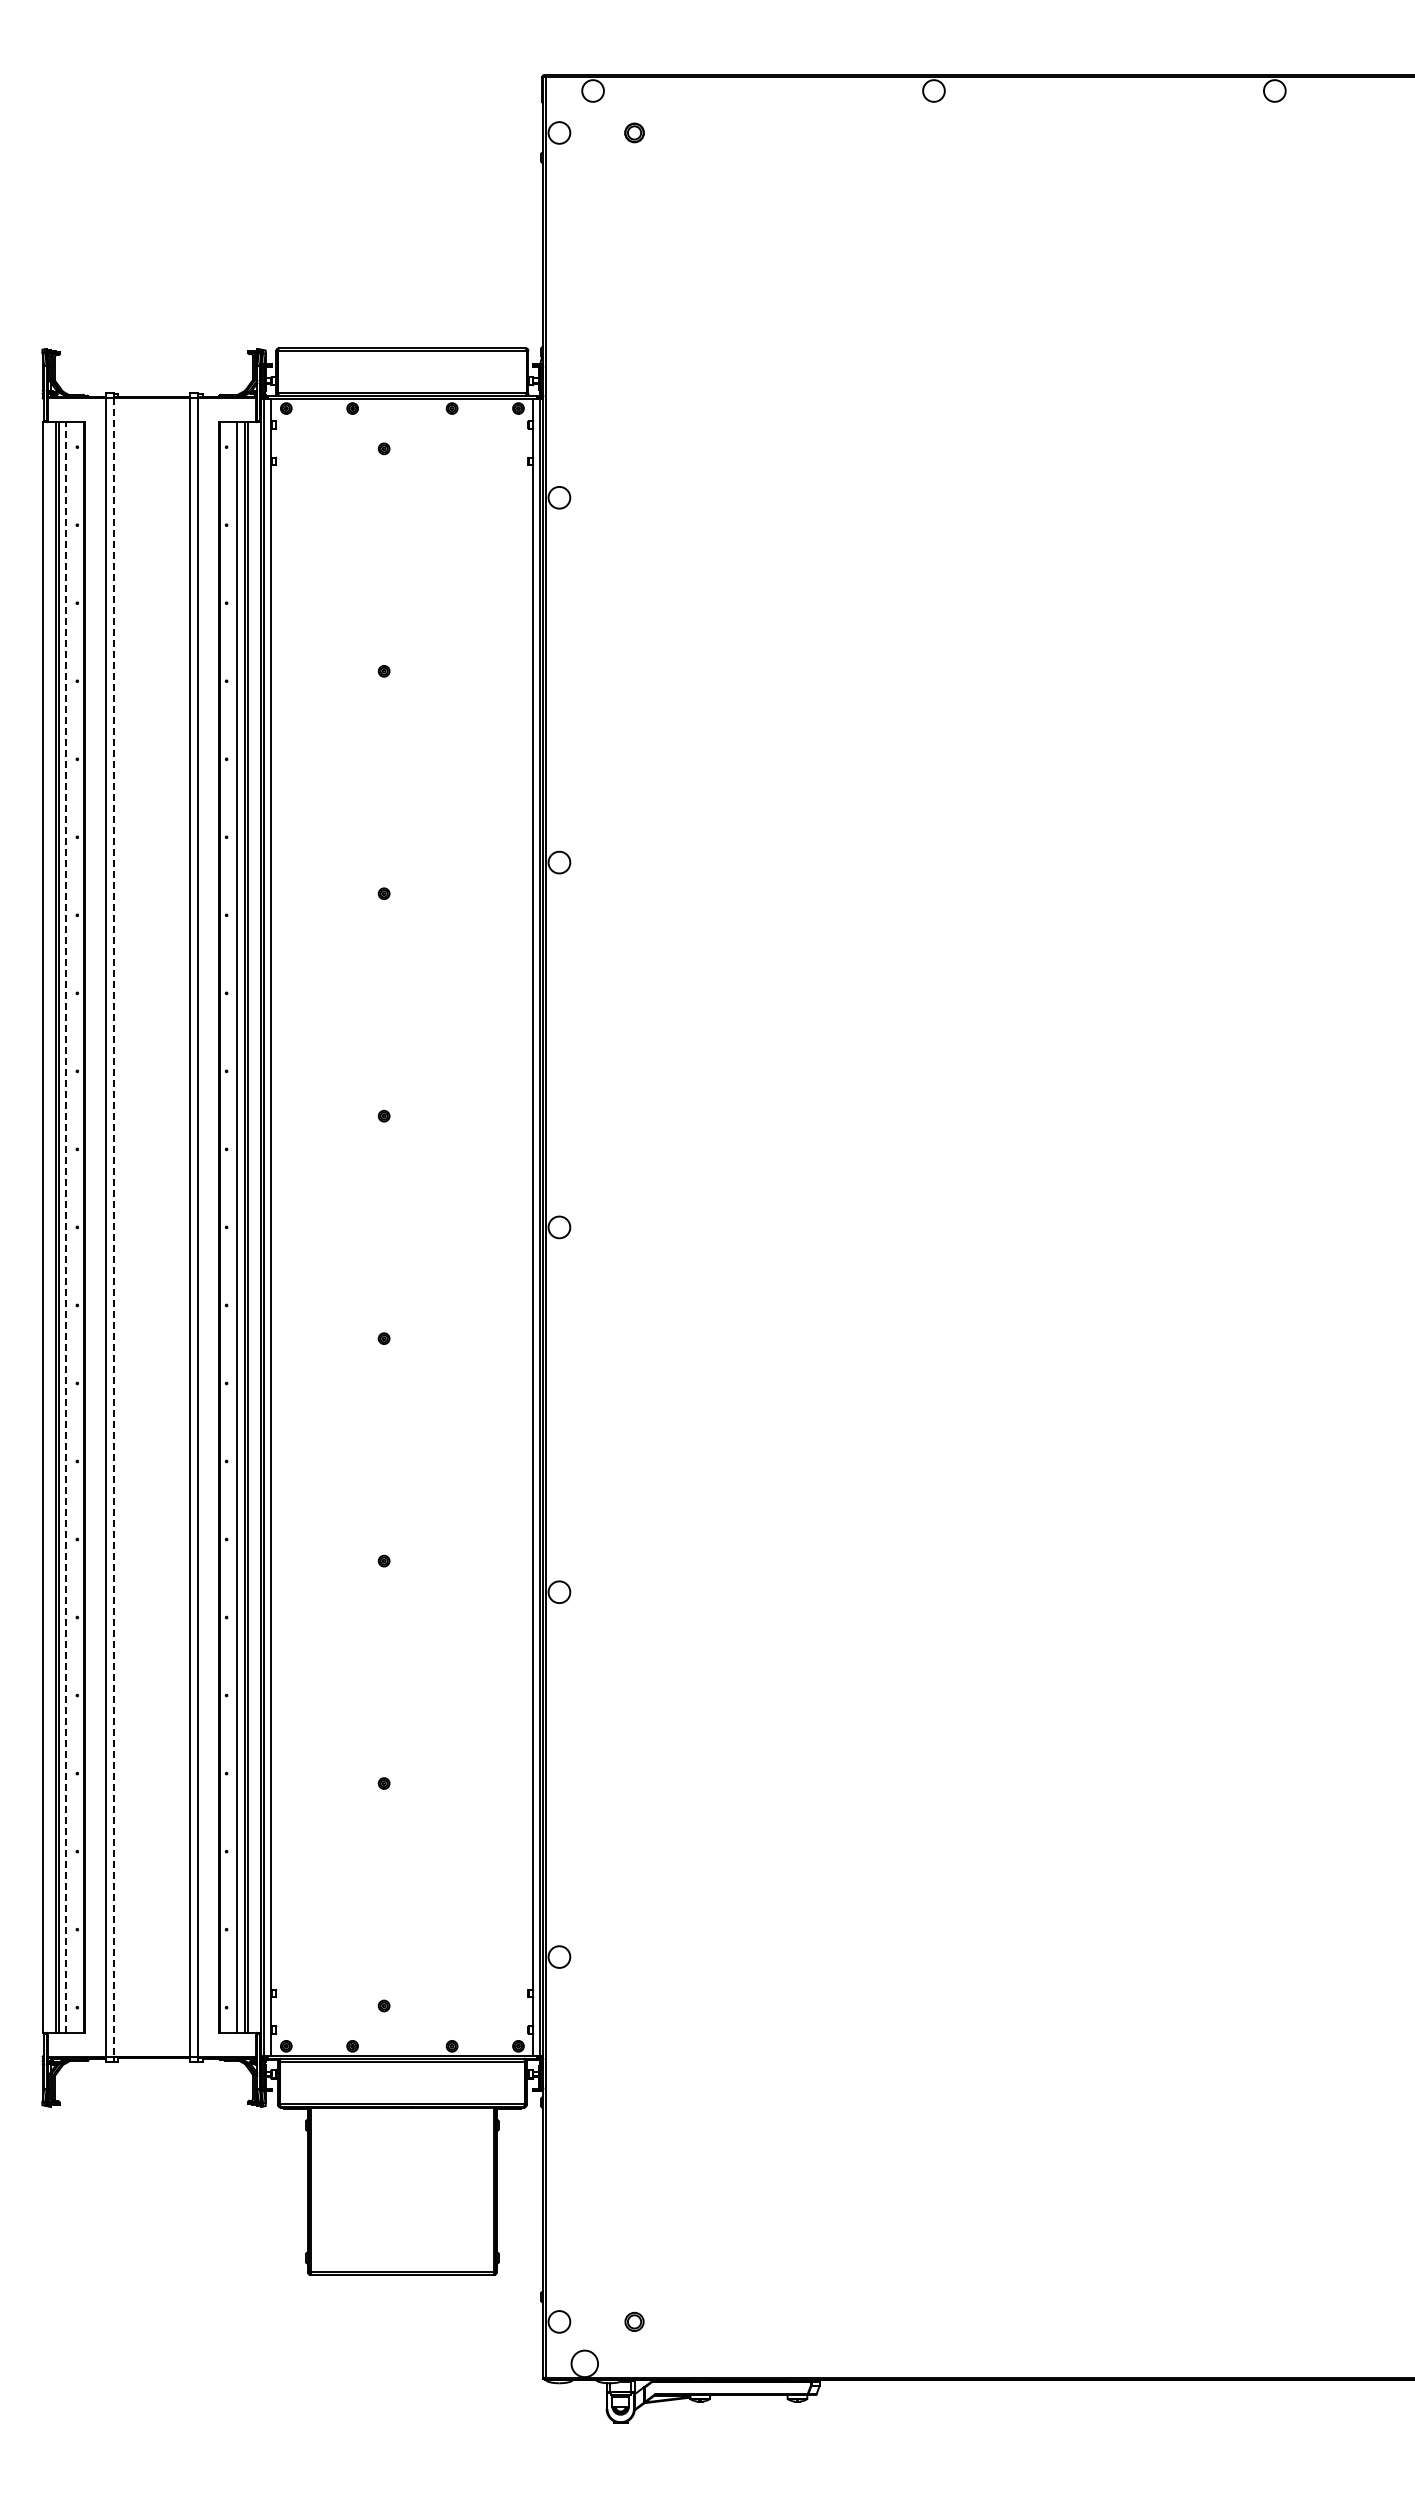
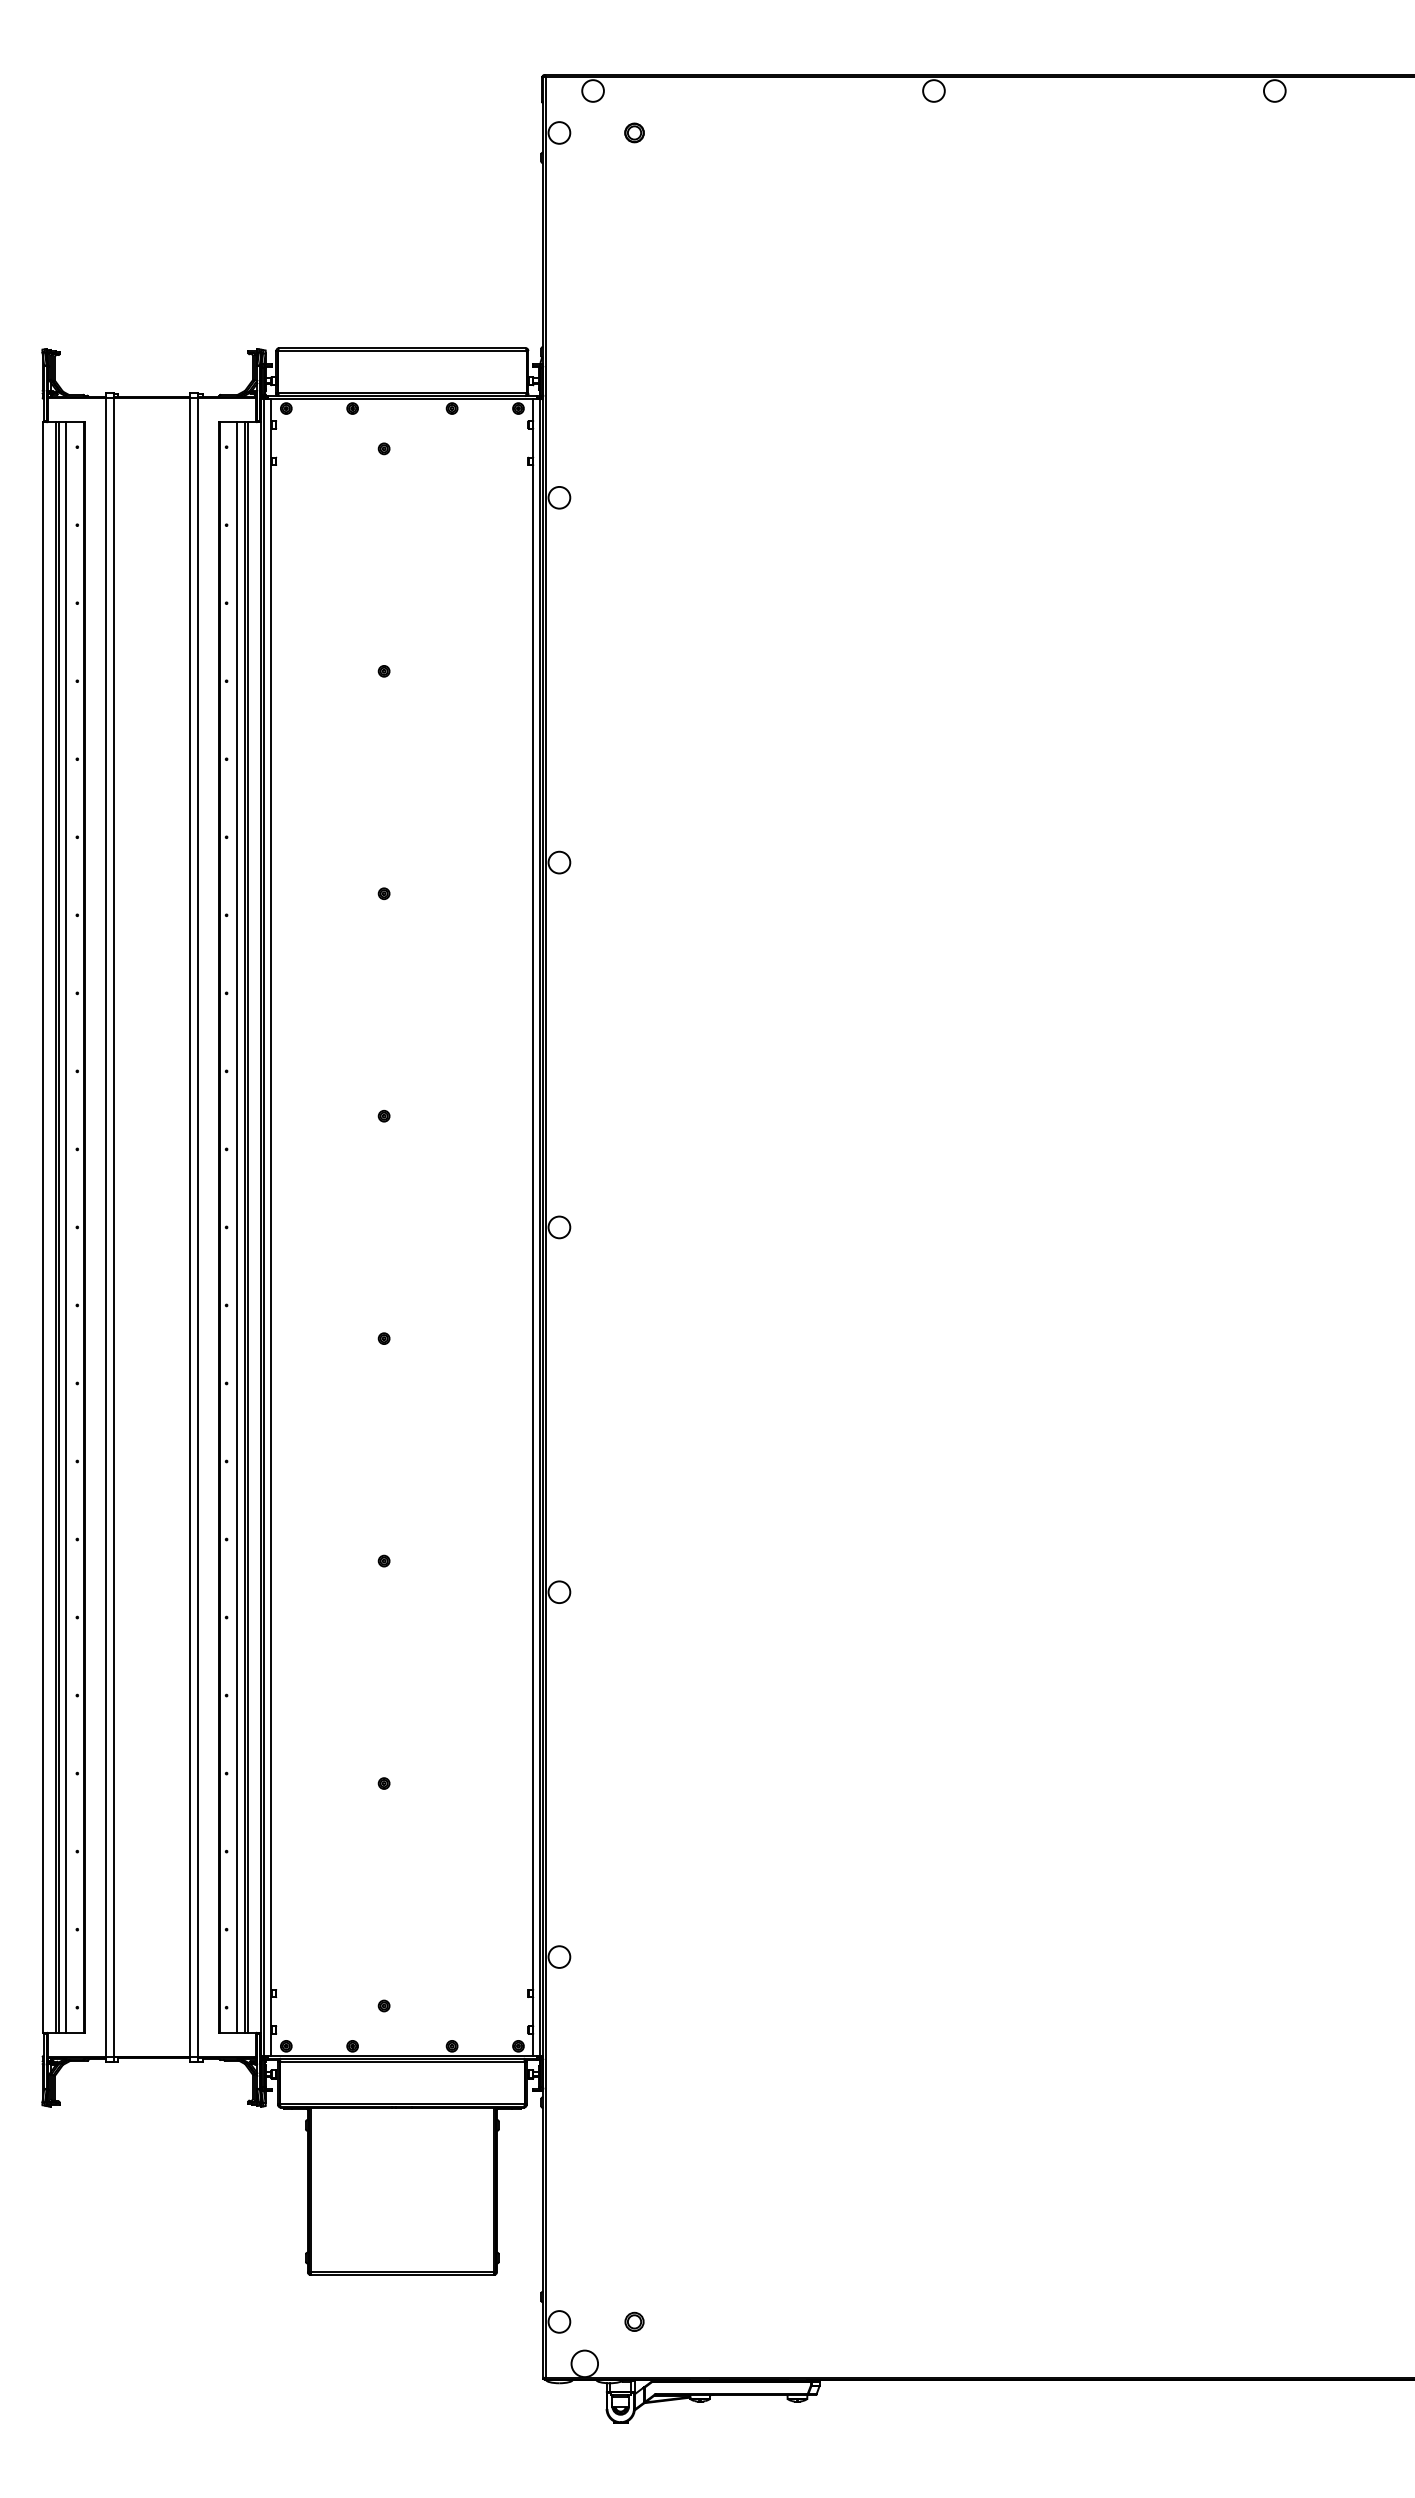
line at (66, 1226): dashed -> solid
line at (113, 1227): dashed -> solid
